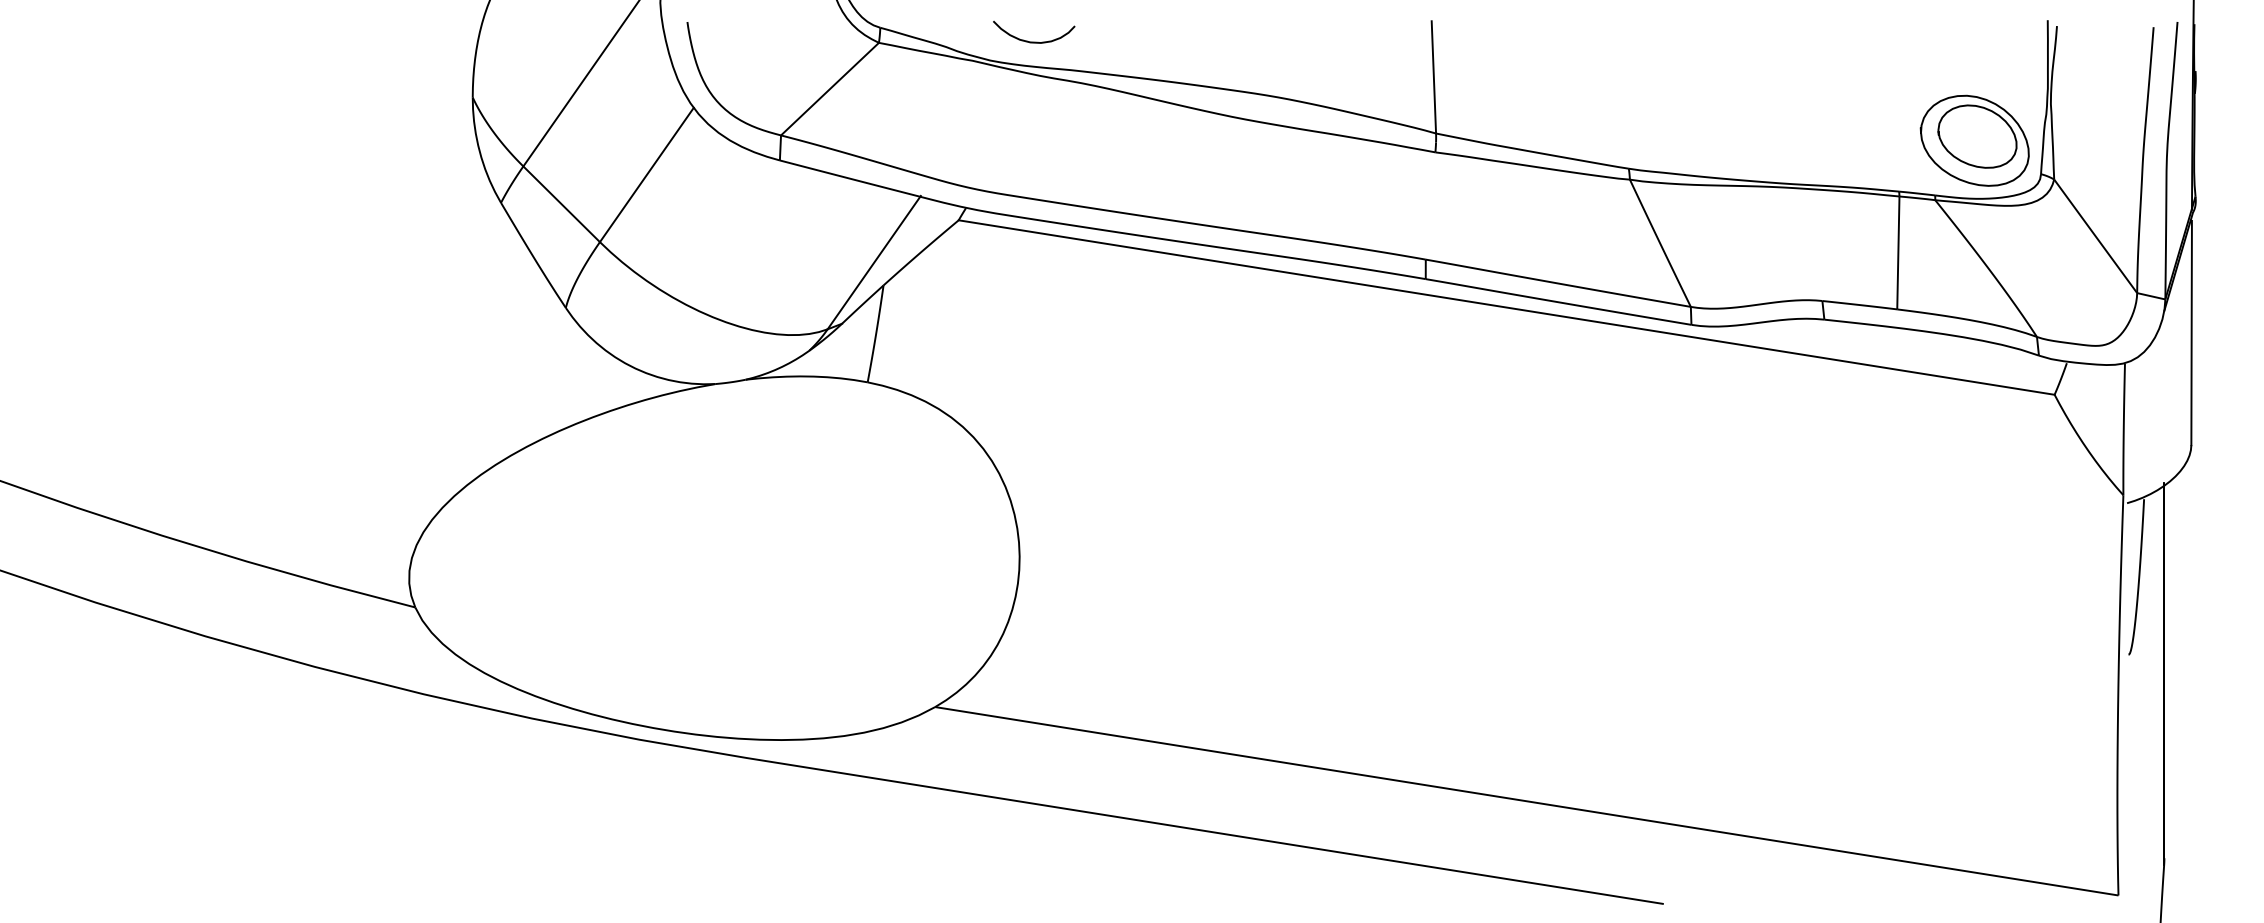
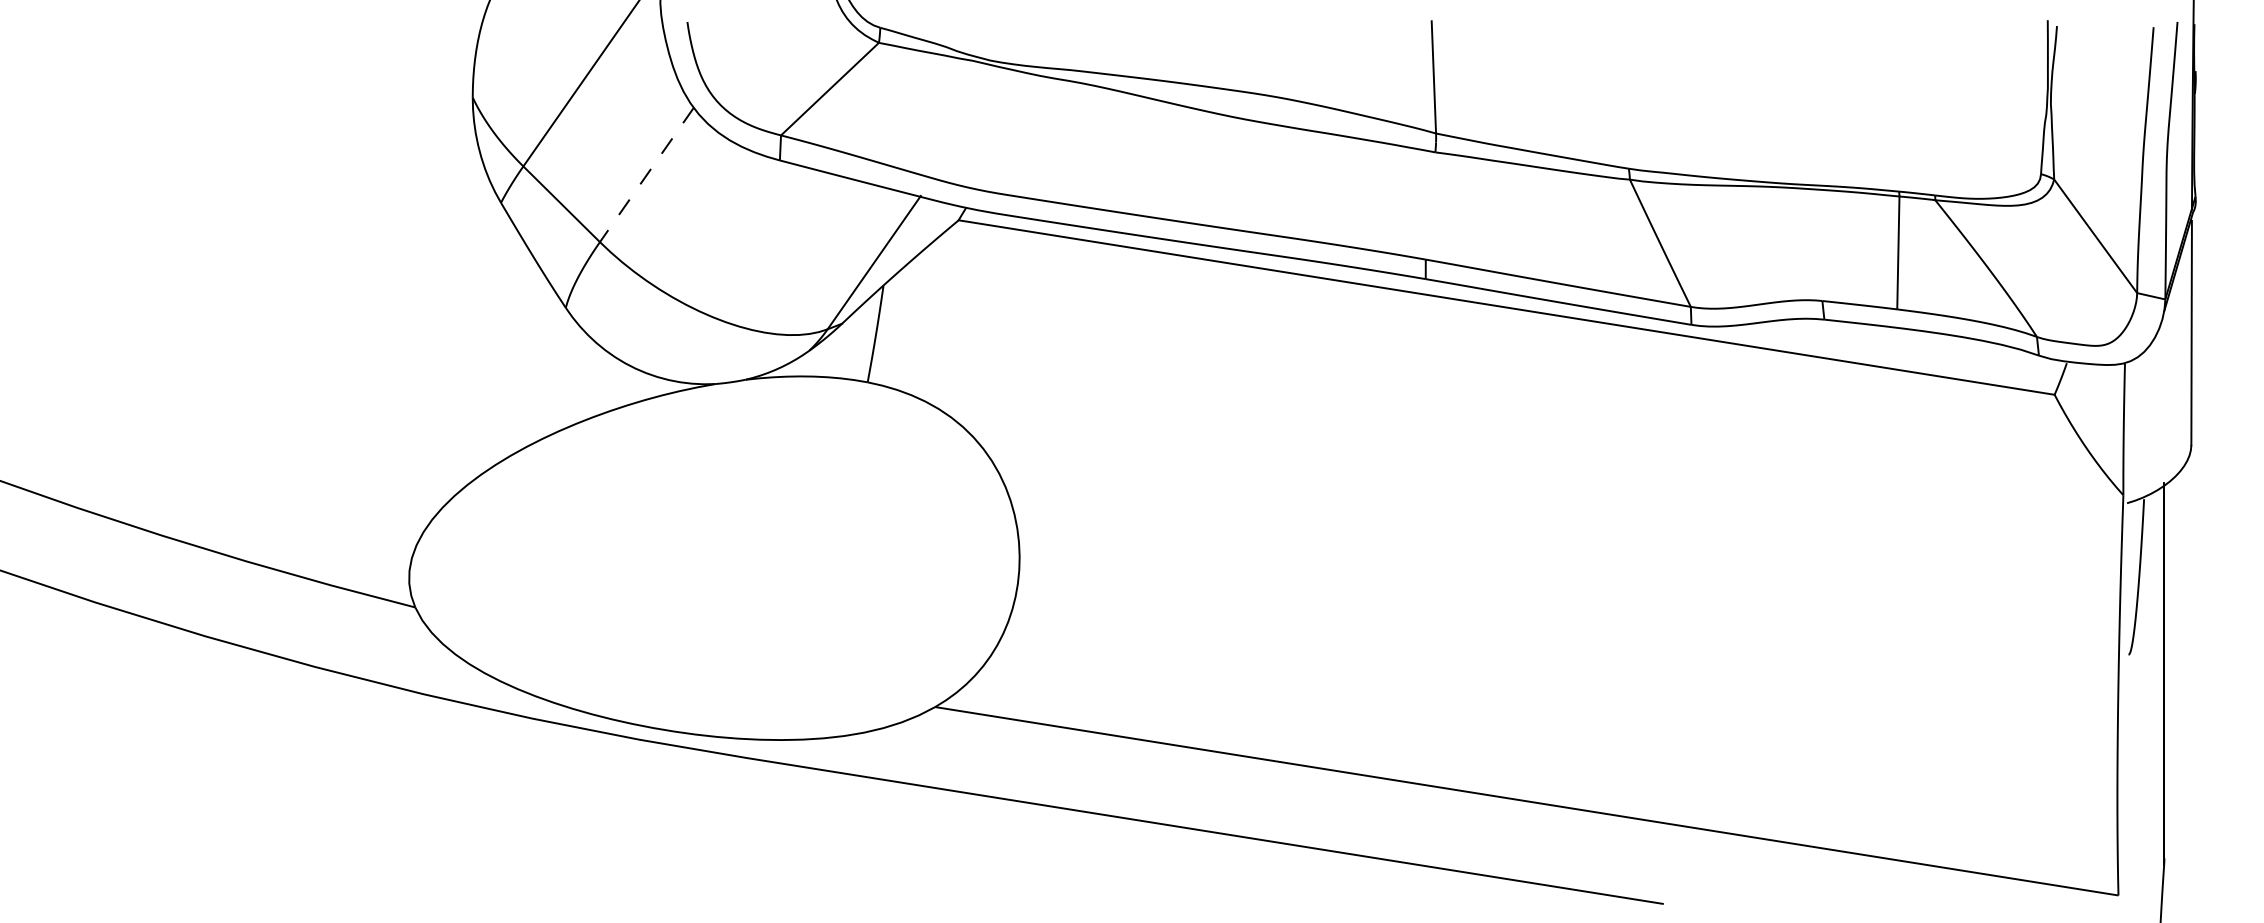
curve at (1034, 41): present -> none
part at (1974, 140): present -> none
line at (646, 174): solid -> dashed
